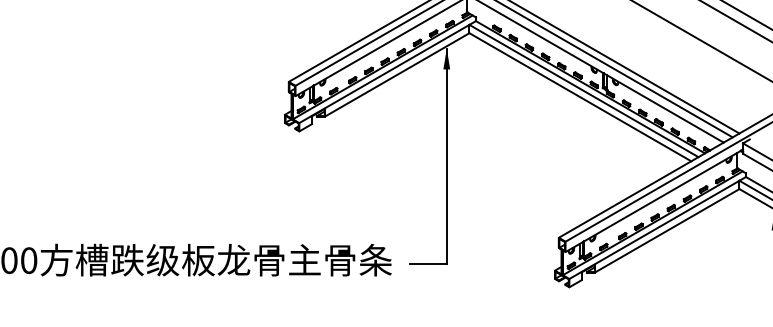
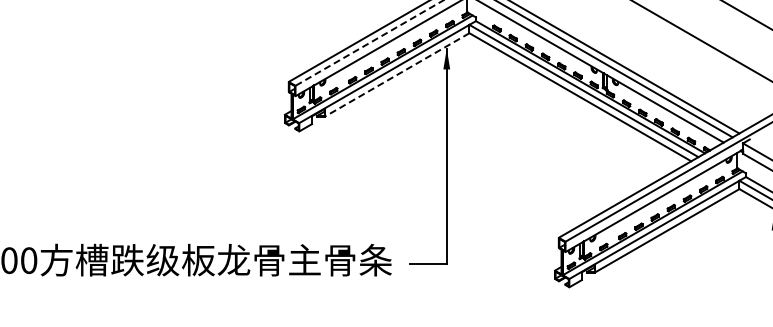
line at (736, 21): present -> none
line at (369, 42): solid -> dashed
line at (396, 75): solid -> dashed
